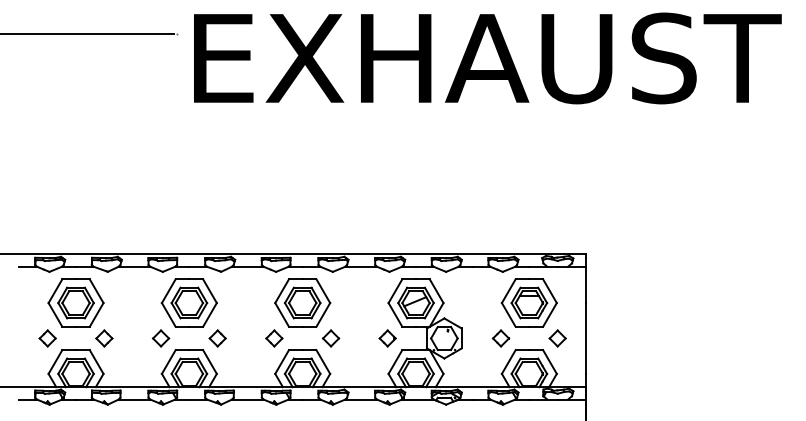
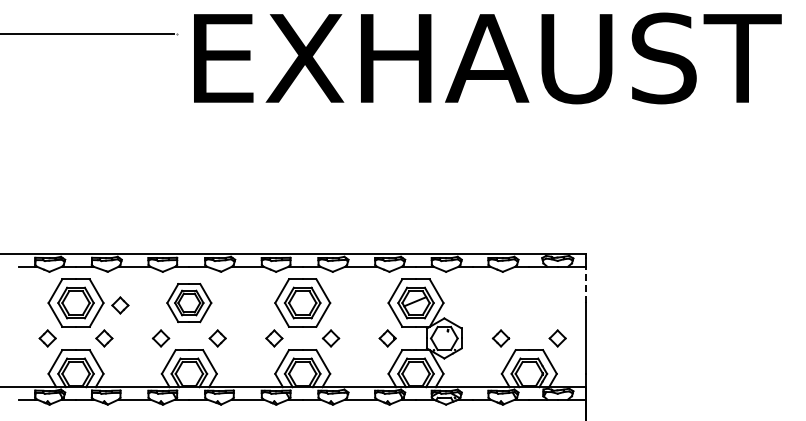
line at (586, 284): solid -> dashed
part at (188, 302) size: 58x50 px -> 47x41 px
part at (528, 302): present -> none
part at (120, 305): none -> present
